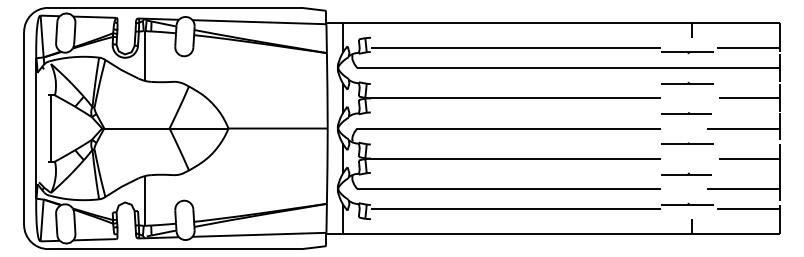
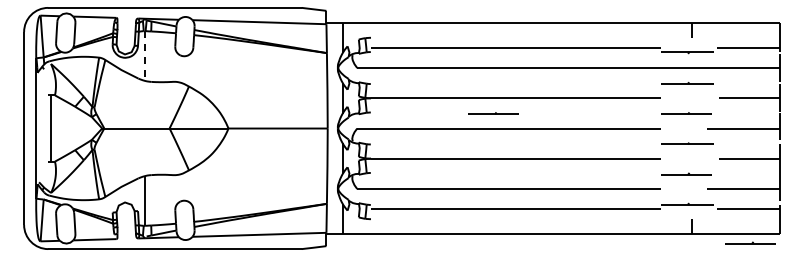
line at (145, 56): solid -> dashed
line at (493, 113): none -> present
part at (750, 242): none -> present
